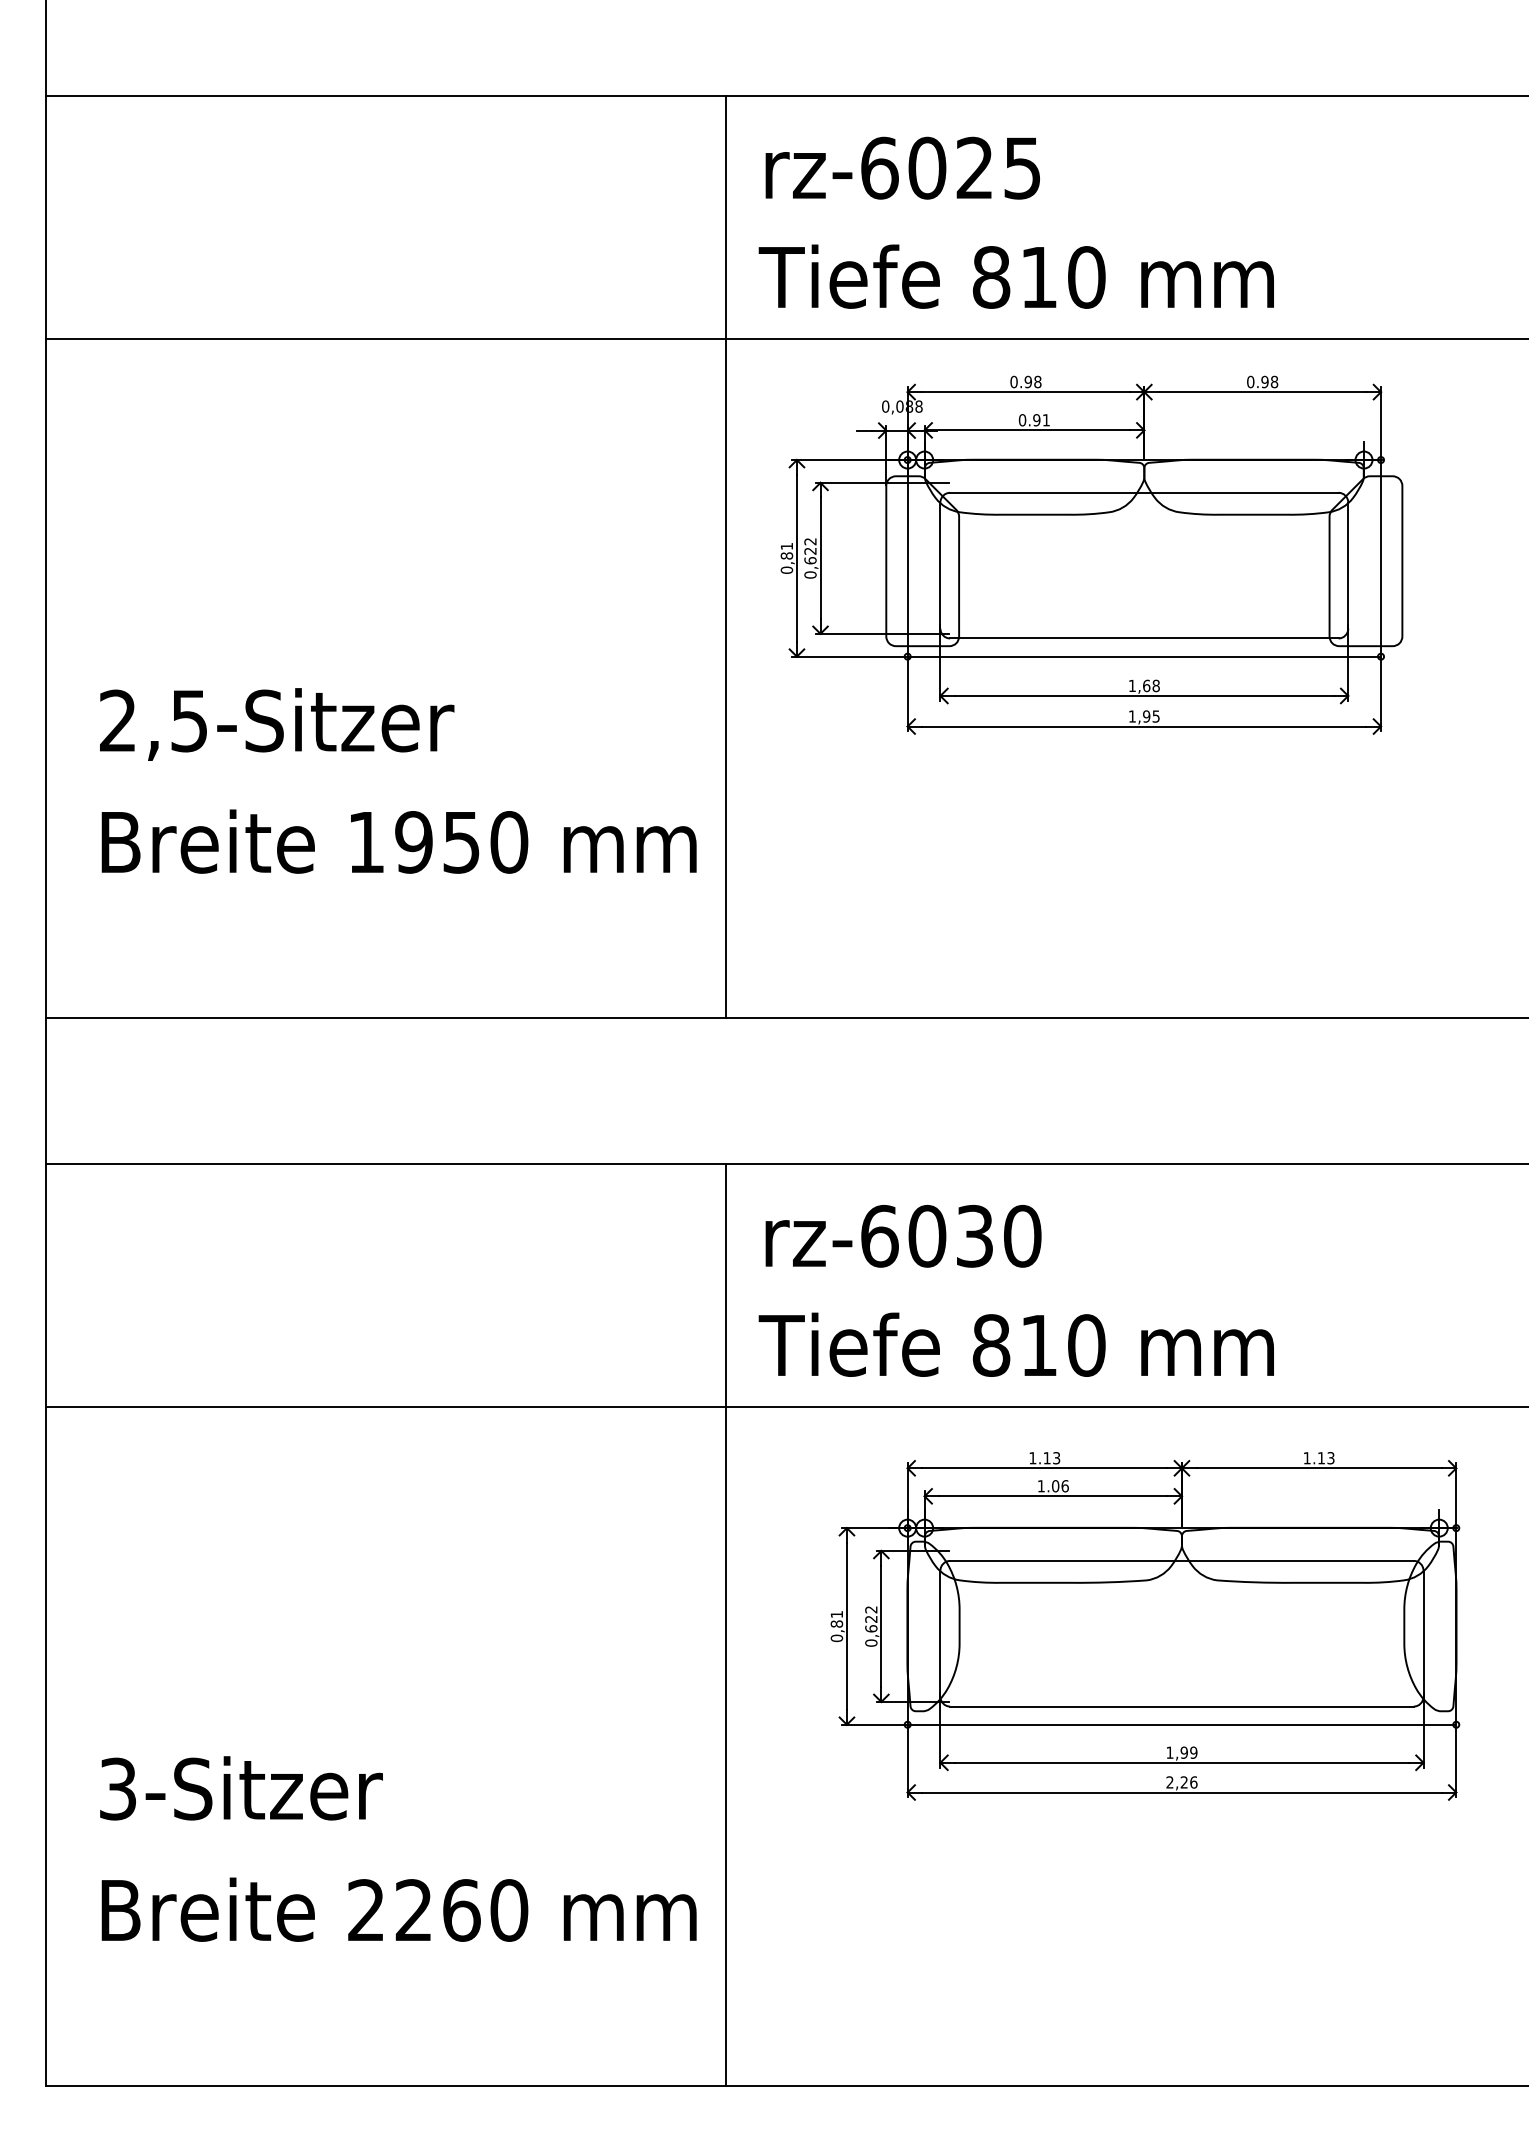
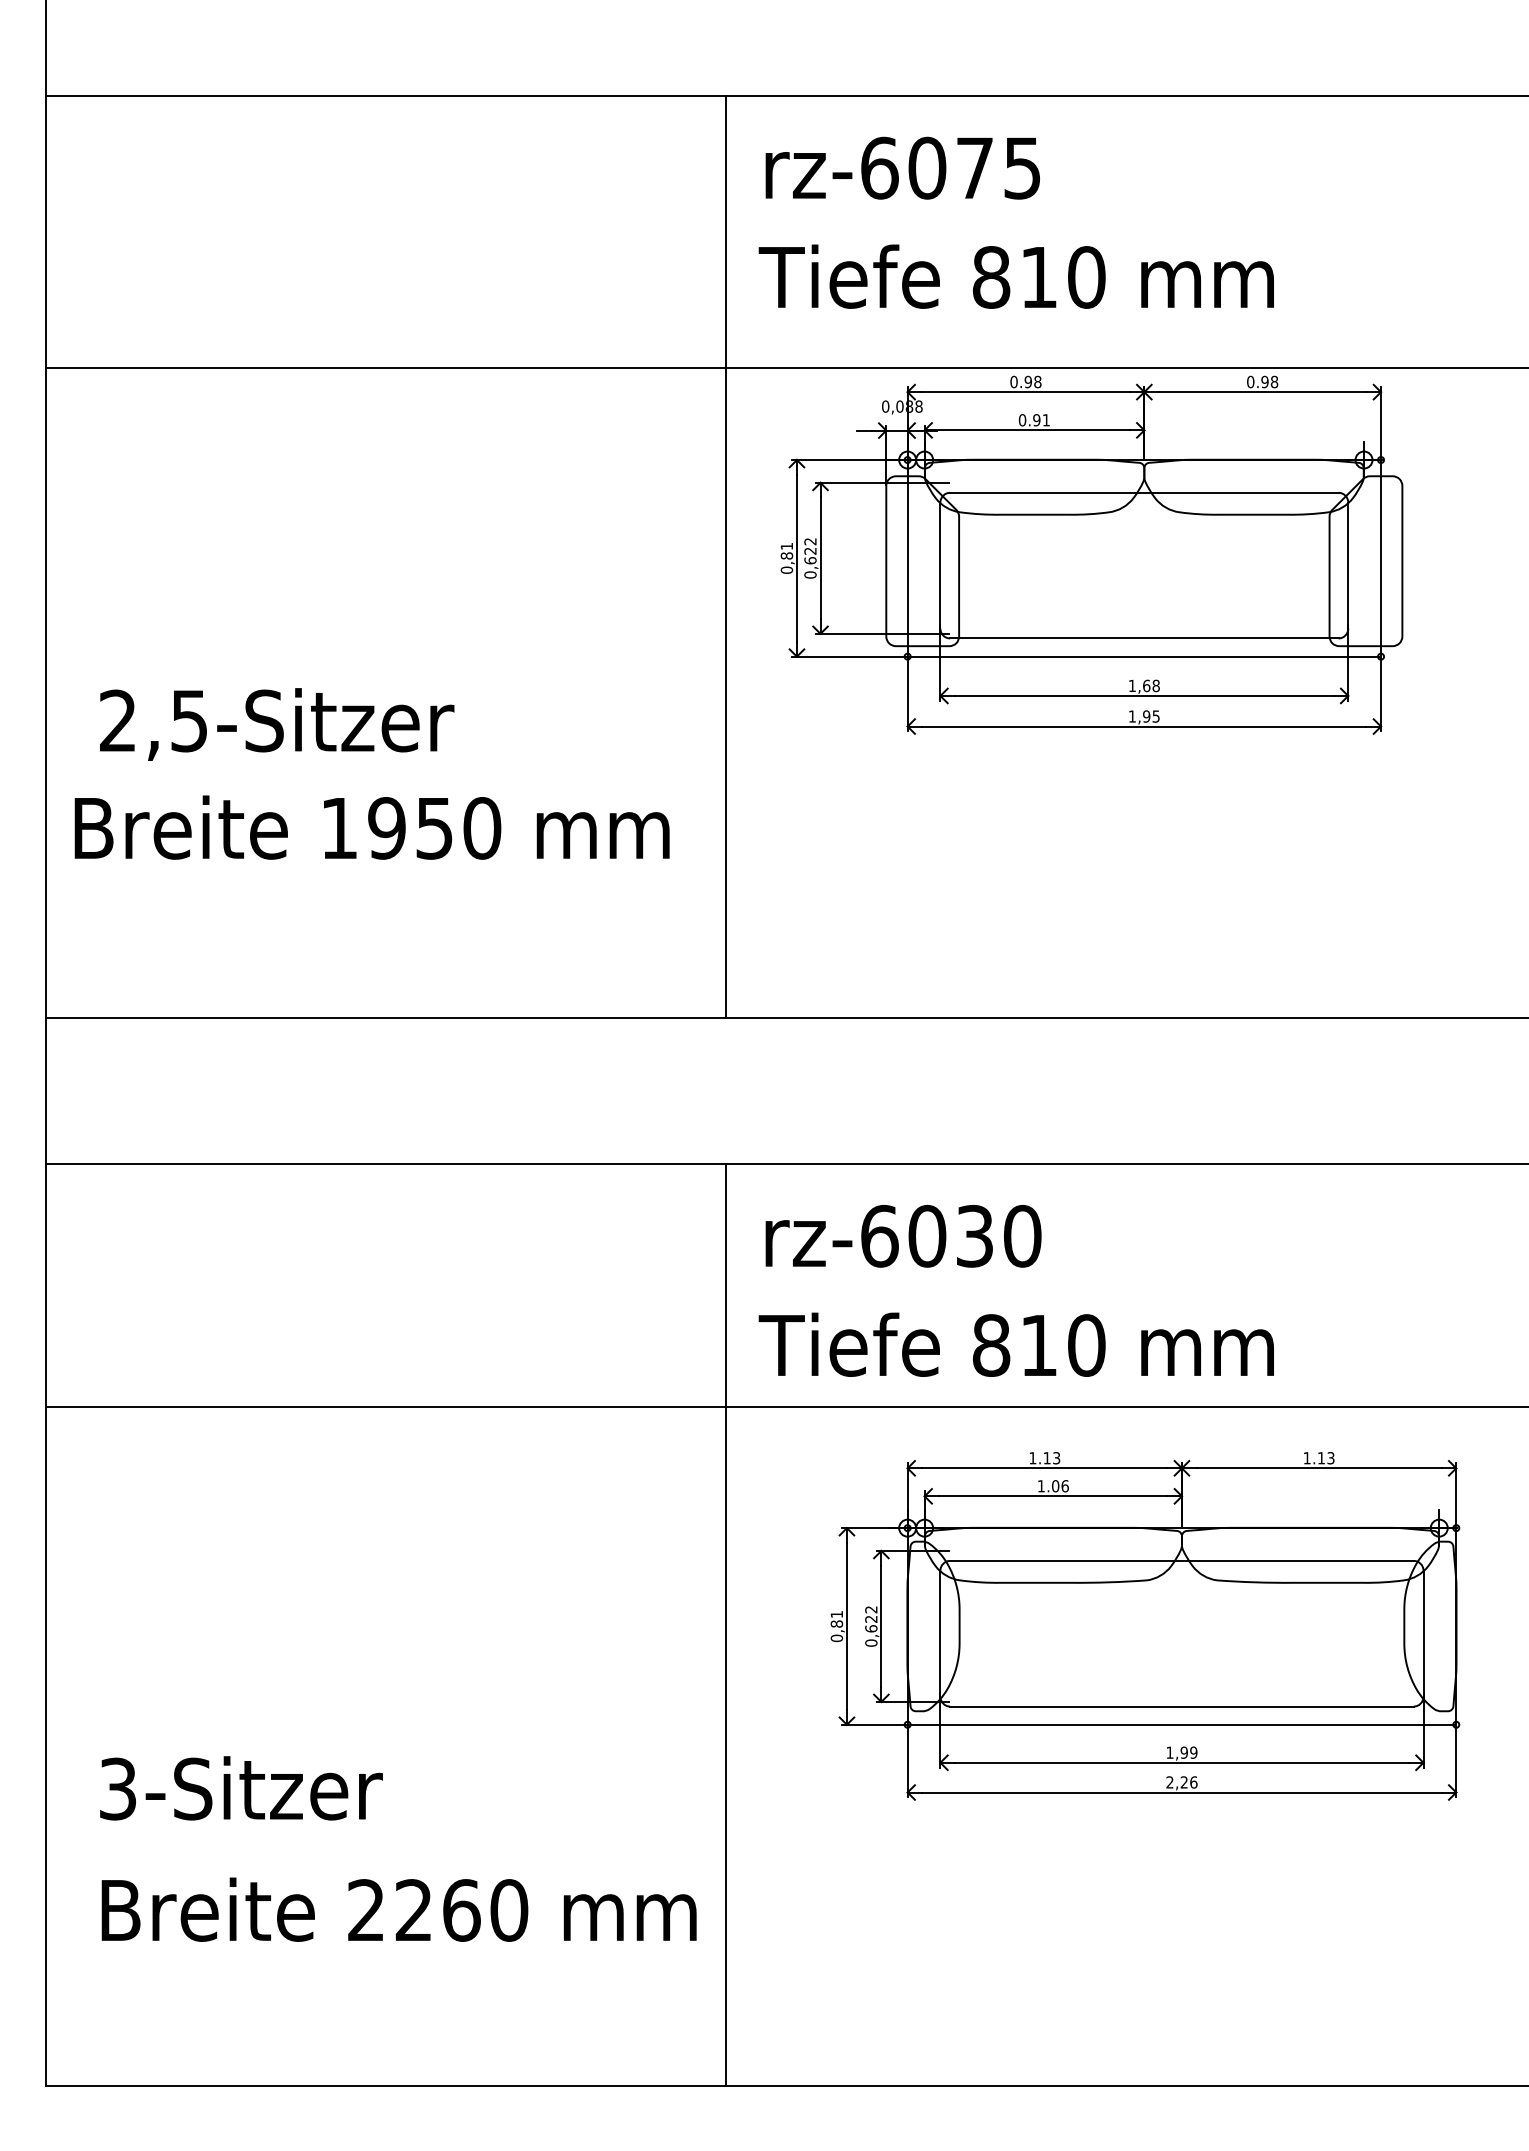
text at (974, 167): rz-6025 -> rz-6075
line at (785, 338) position: (785, 338) -> (785, 367)
text at (398, 841) position: (398, 841) -> (371, 827)
